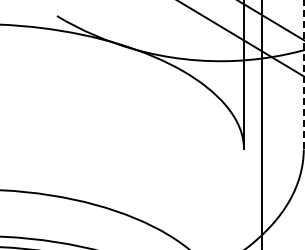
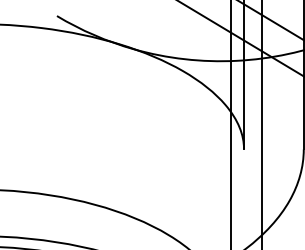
line at (303, 74): dashed -> solid
line at (230, 124): none -> present
